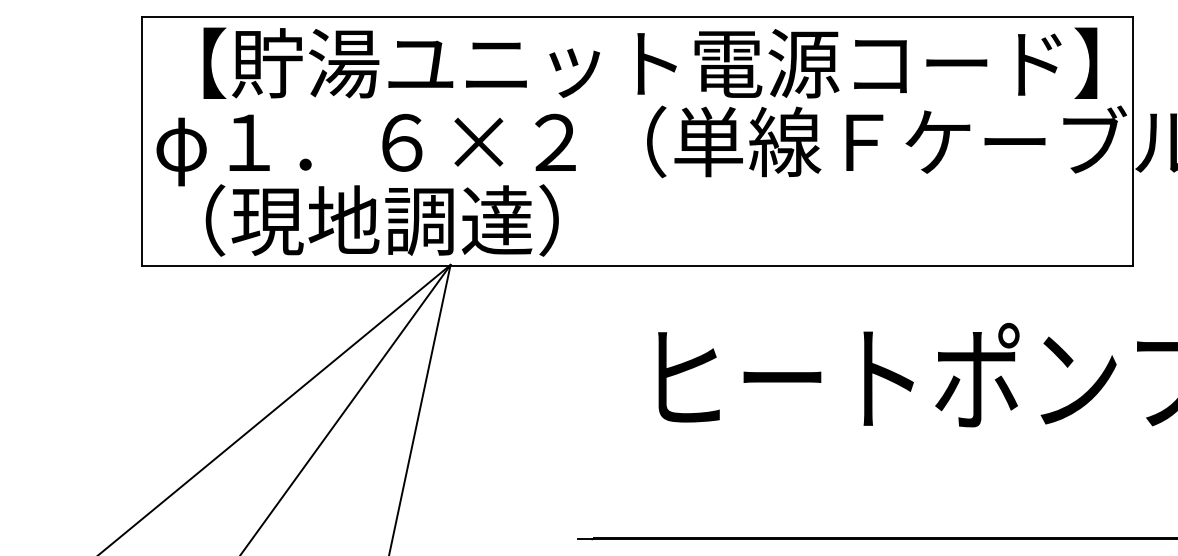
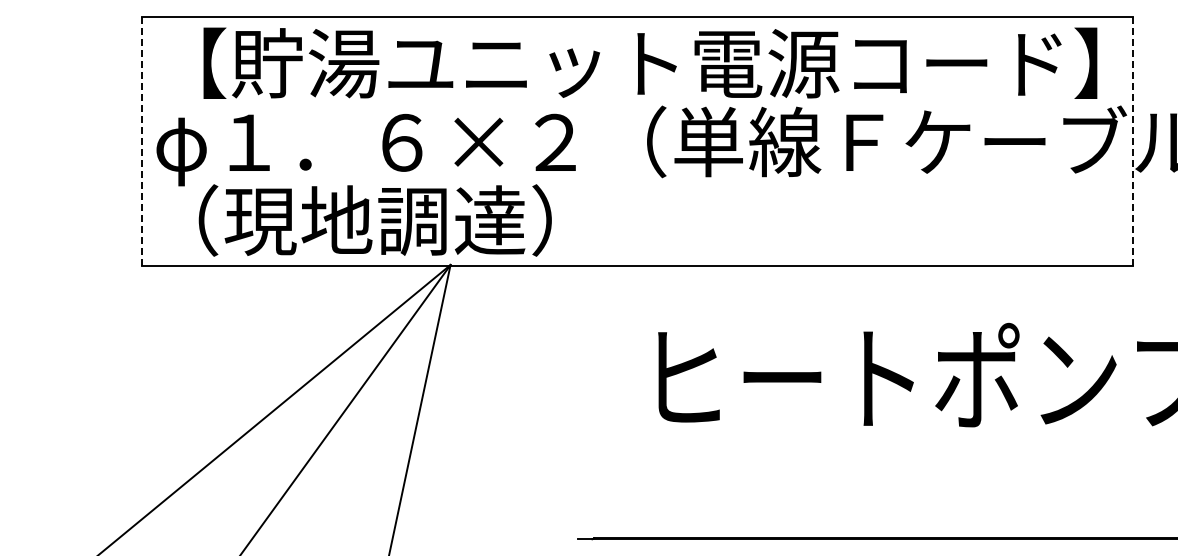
line at (142, 141): solid -> dashed
line at (1132, 141): solid -> dashed
text at (381, 220) position: (381, 220) -> (374, 220)
